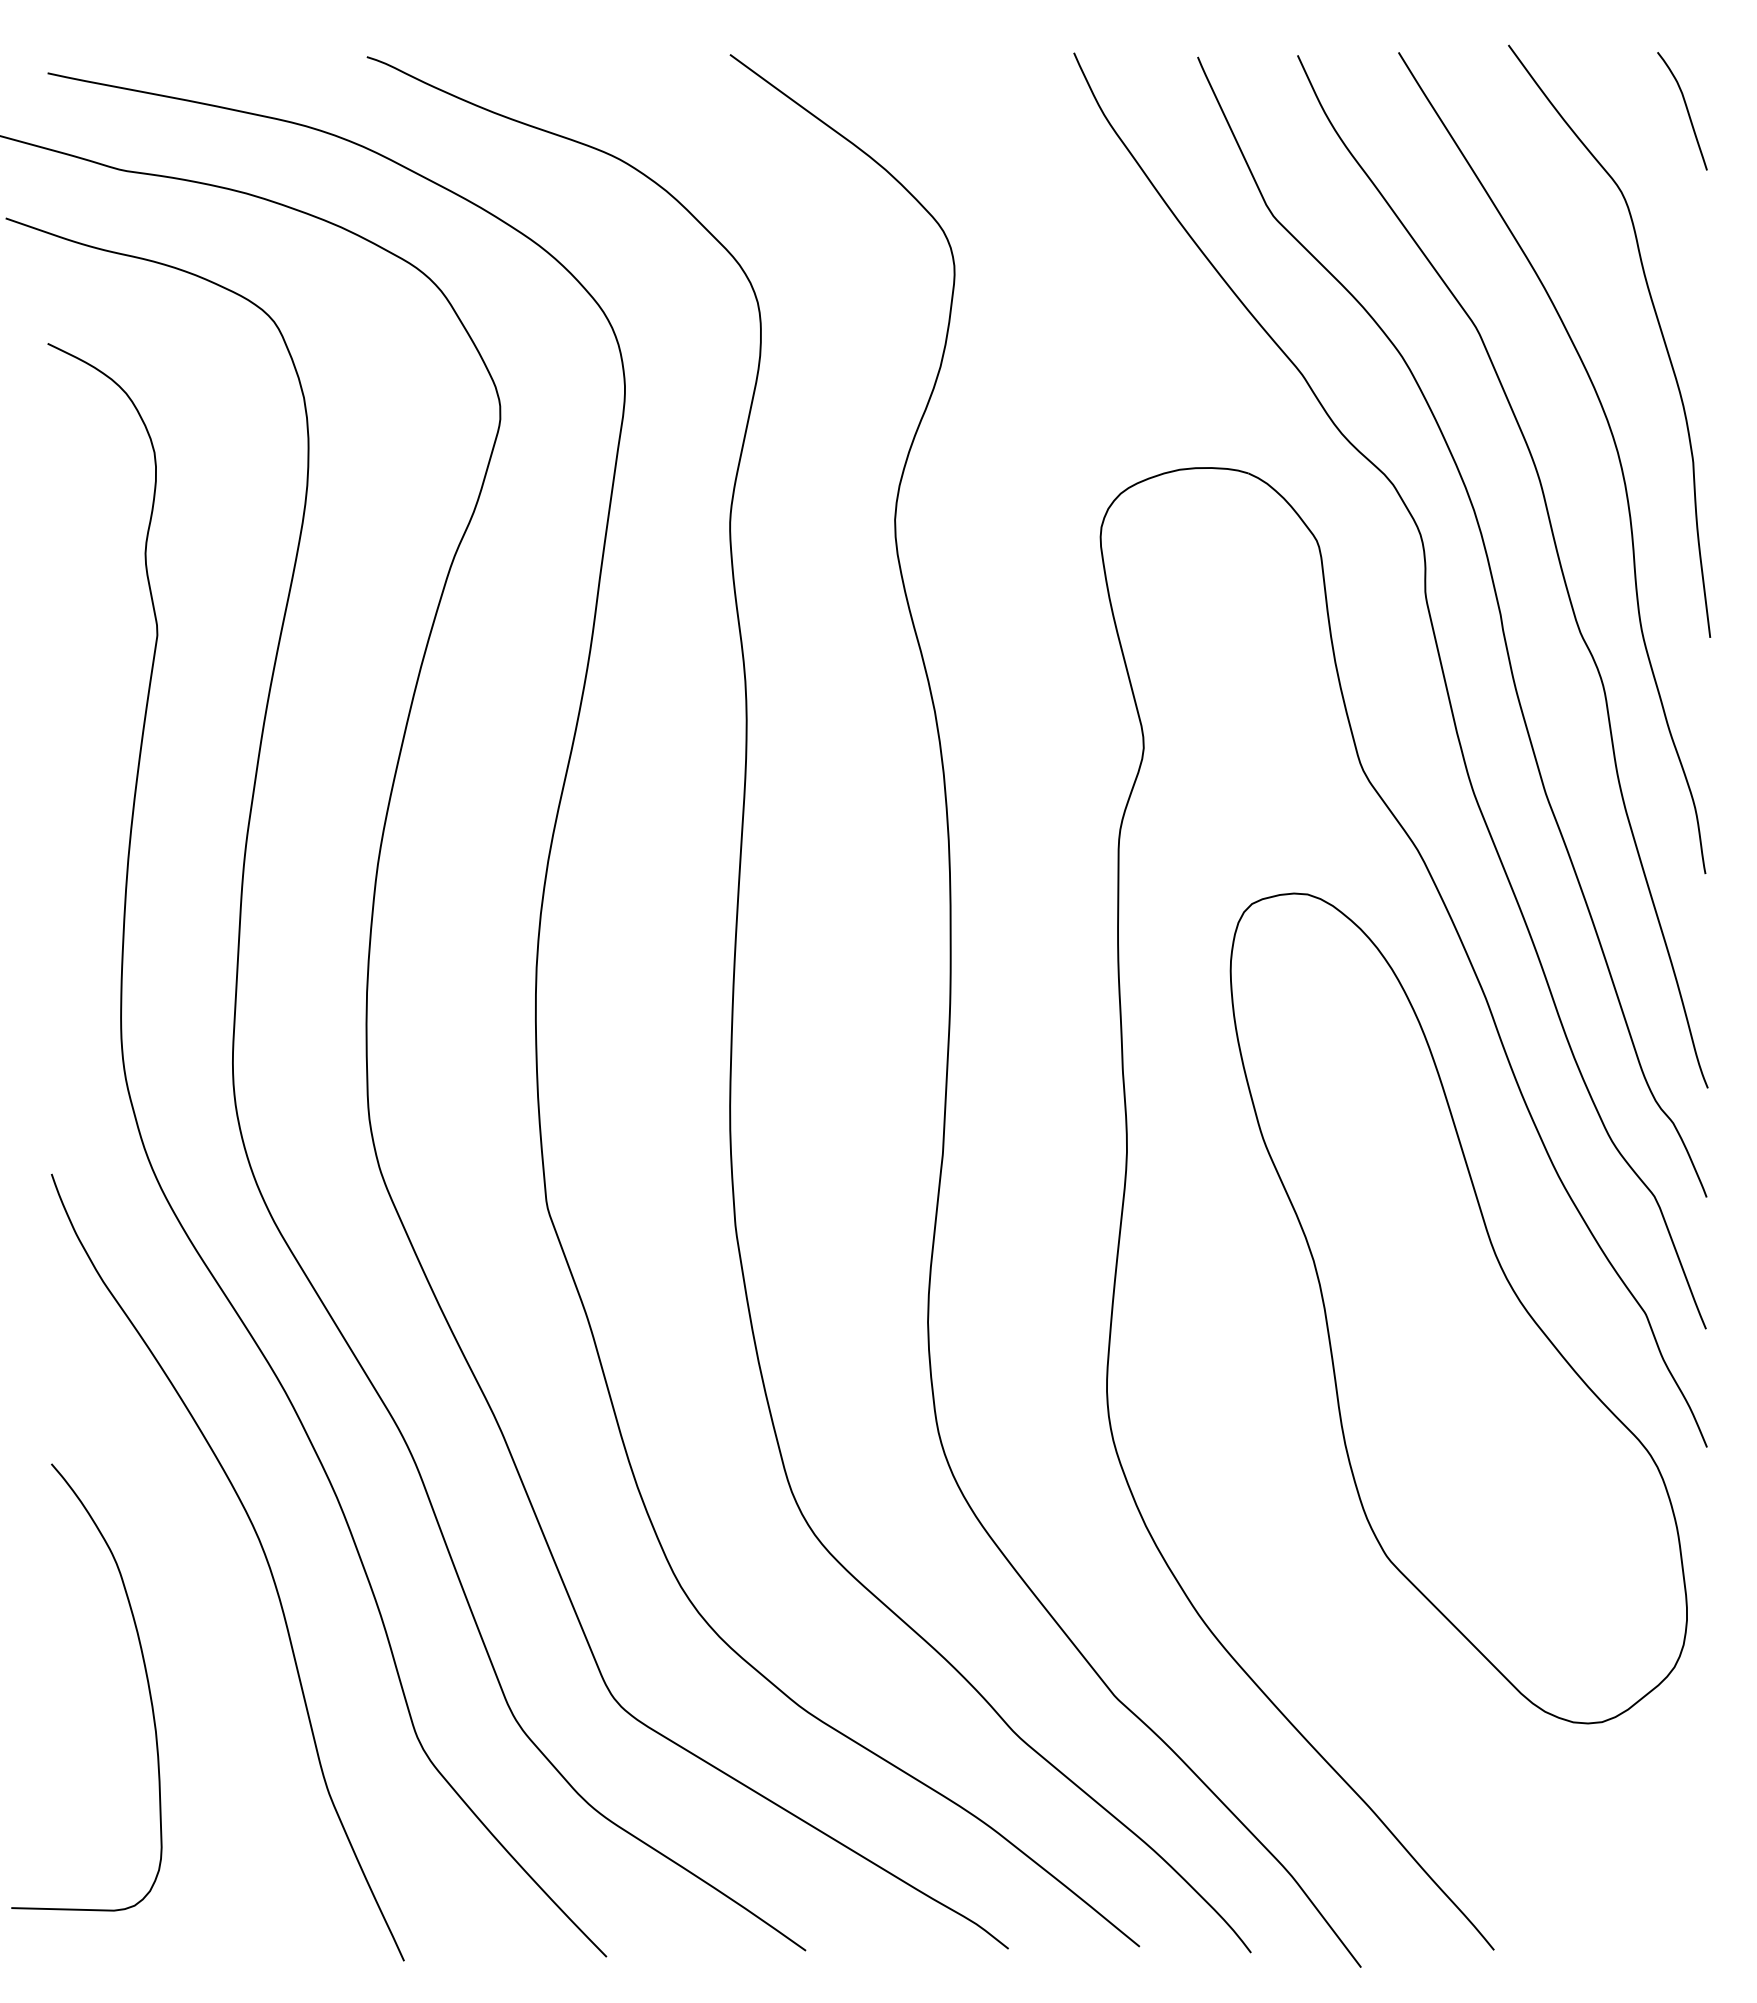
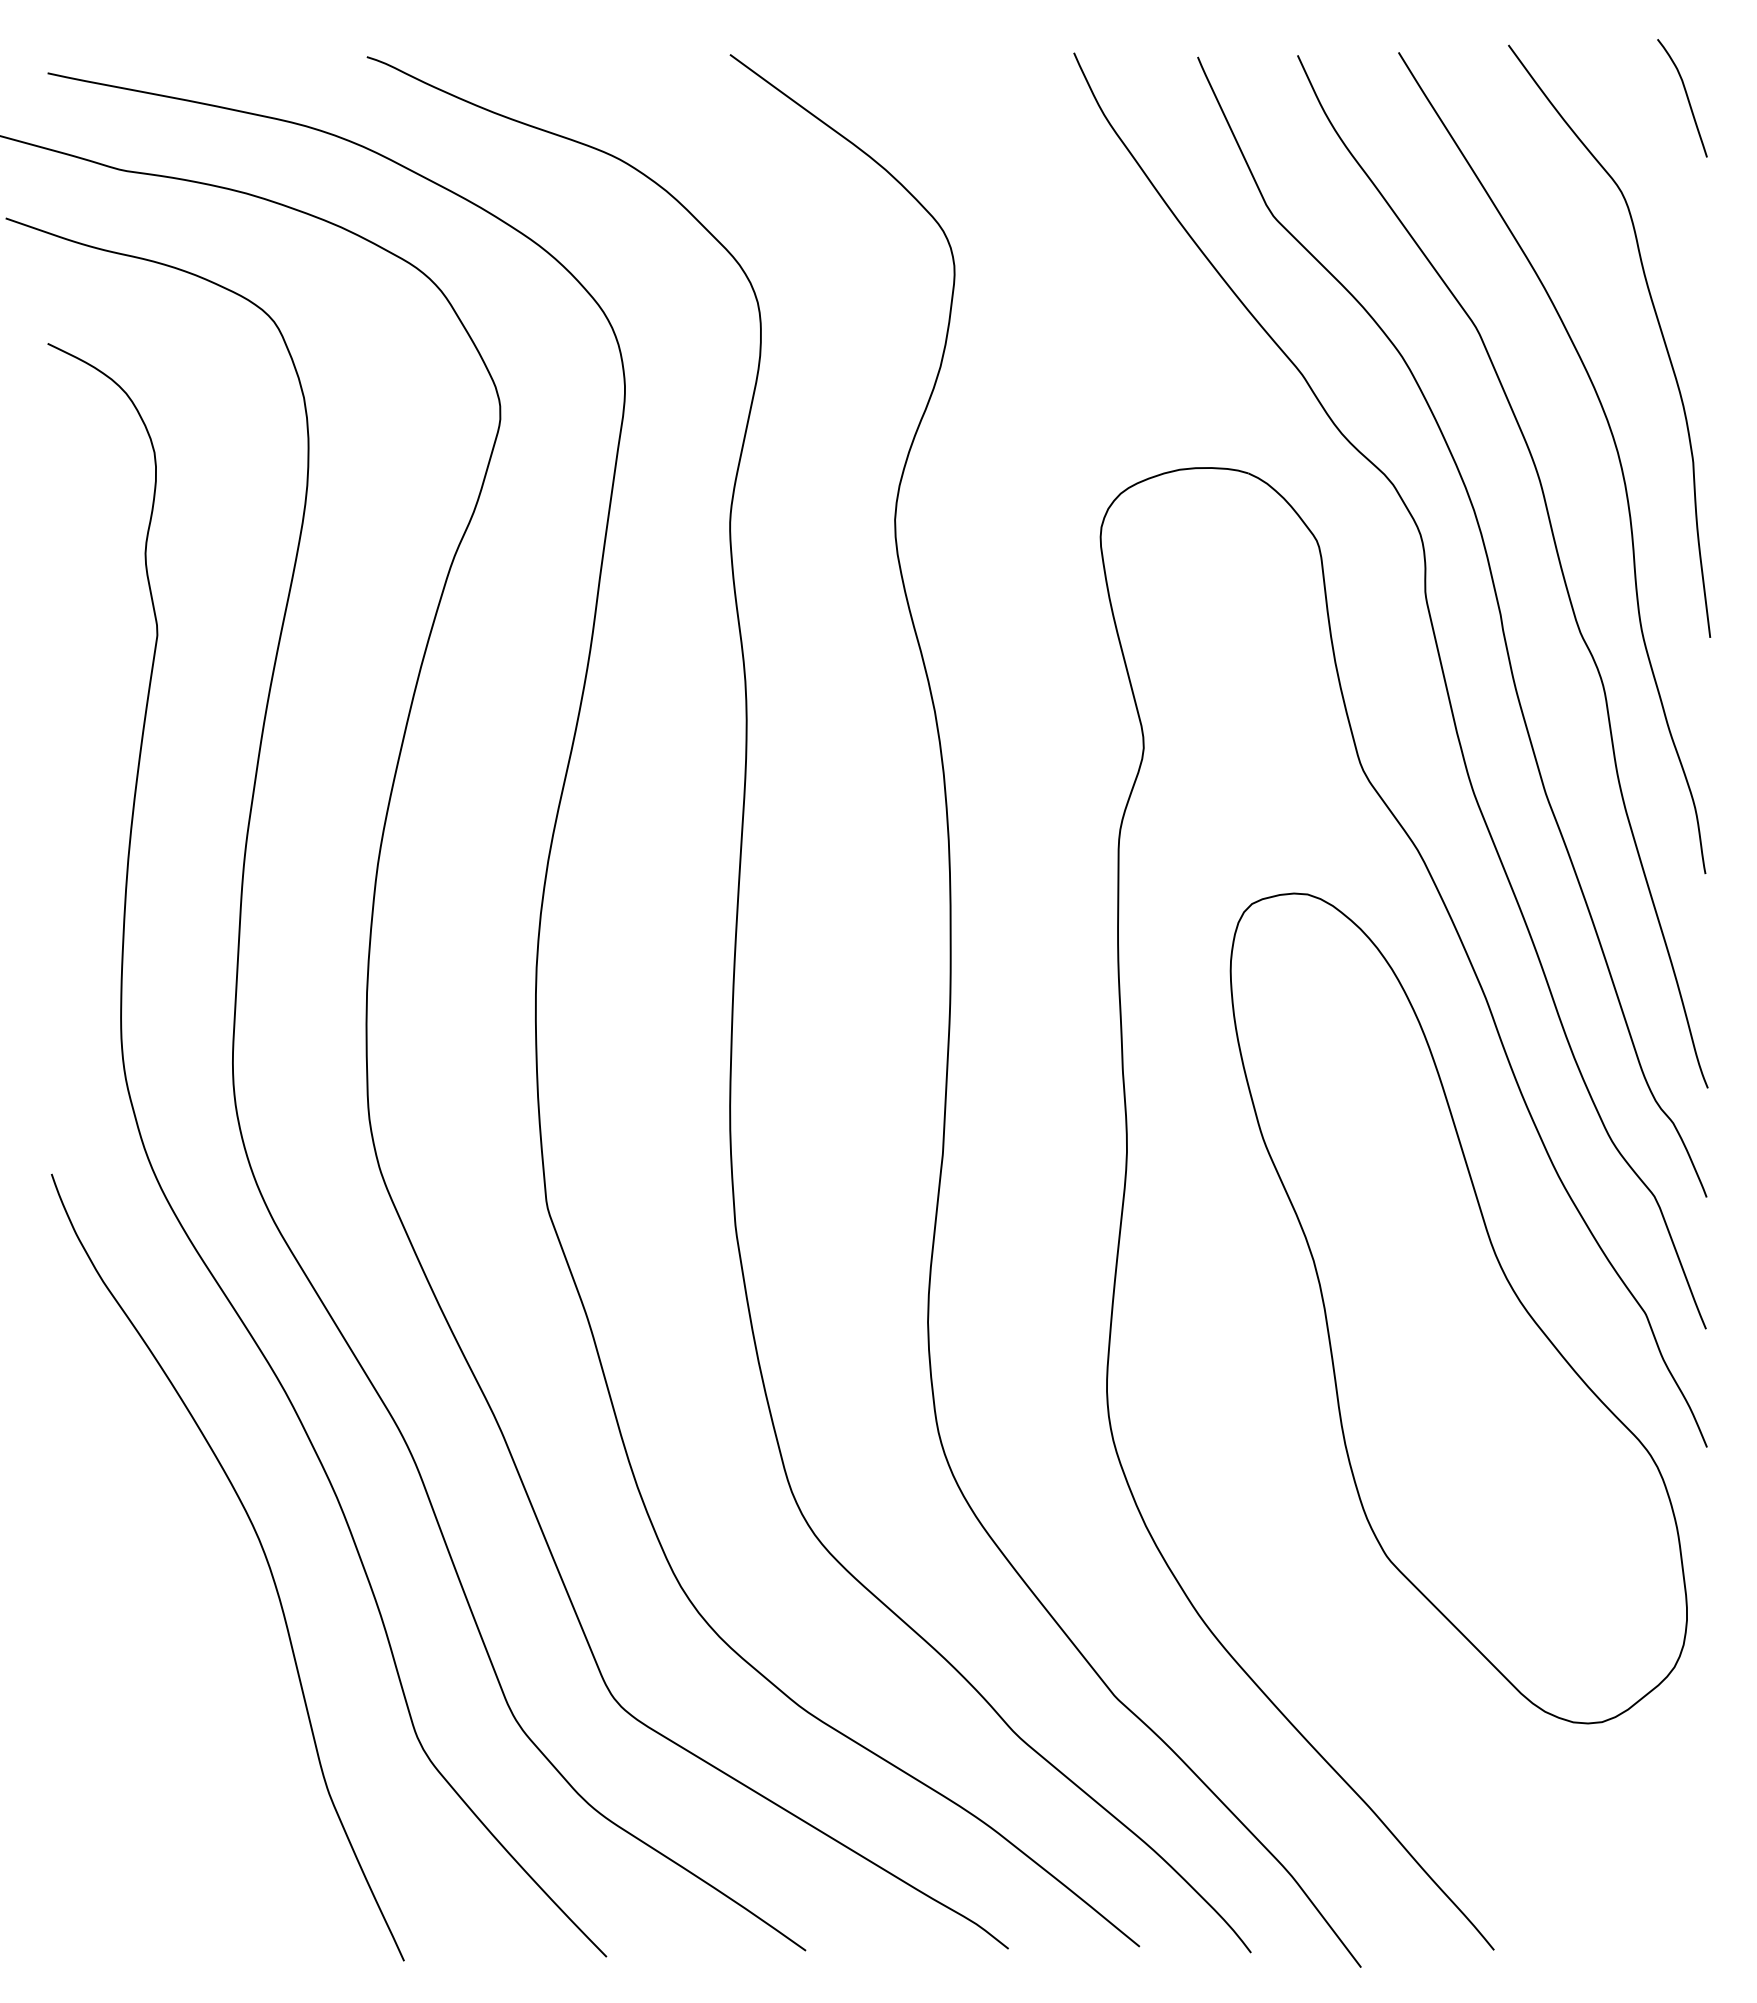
curve at (1686, 110) position: (1686, 110) -> (1686, 97)
curve at (145, 1674): present -> none
